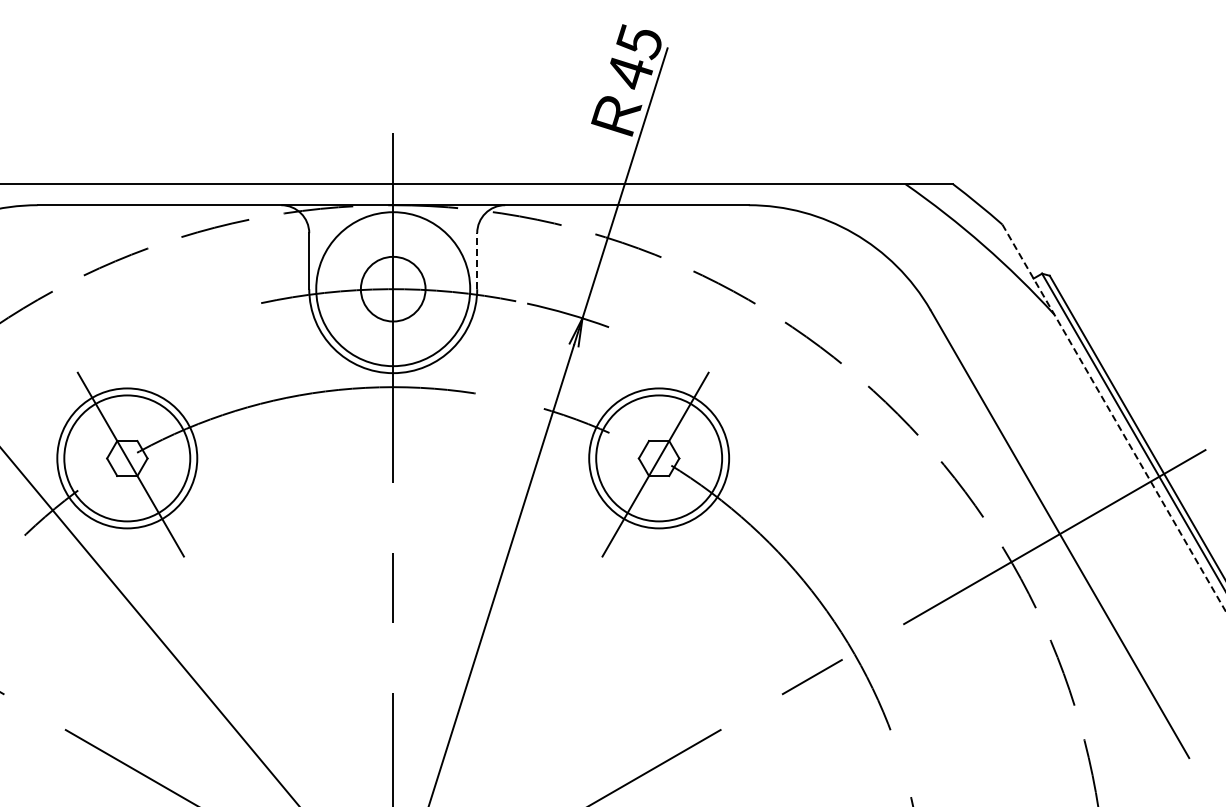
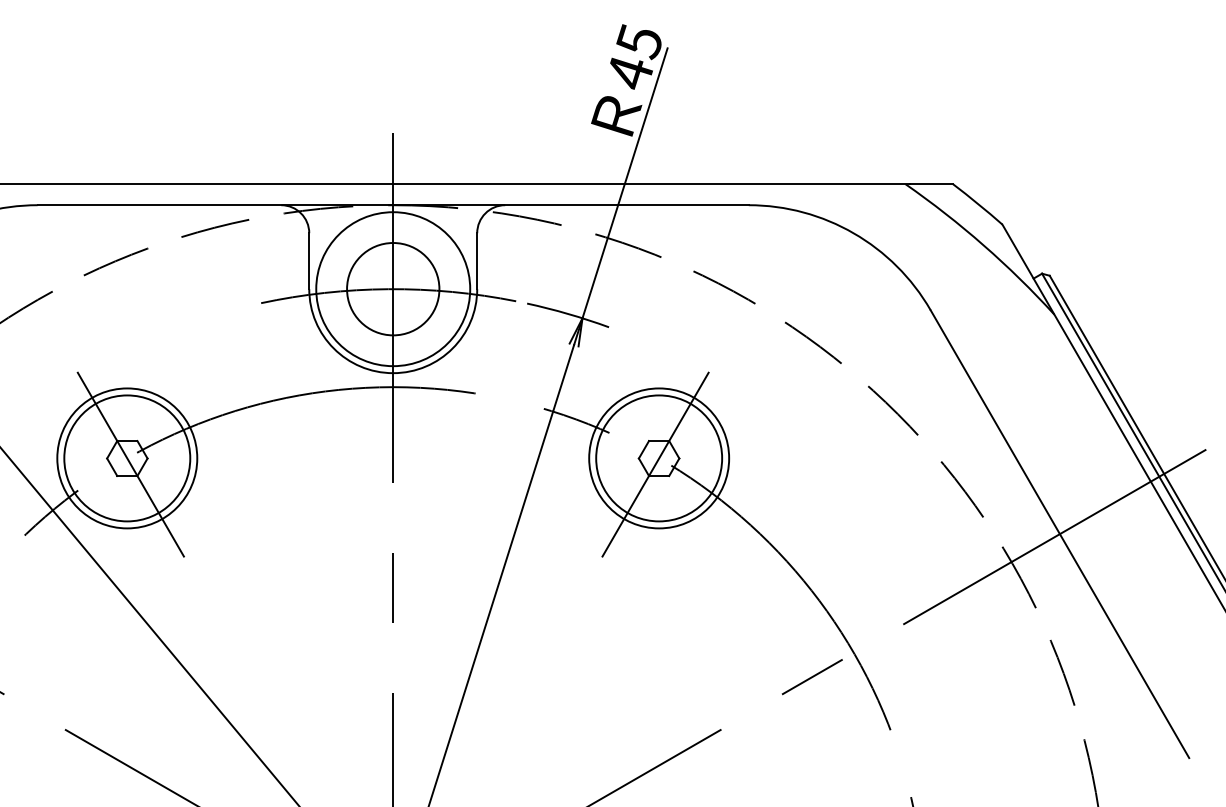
line at (477, 261): dashed -> solid
circle at (392, 288) diameter: 65 px -> 92 px
line at (1114, 418): dashed -> solid
